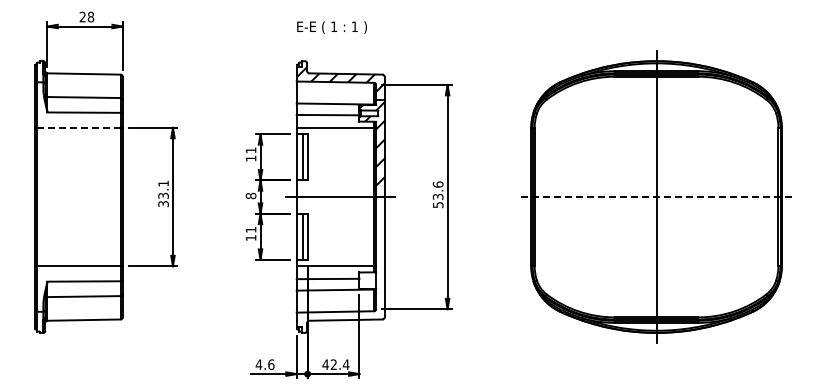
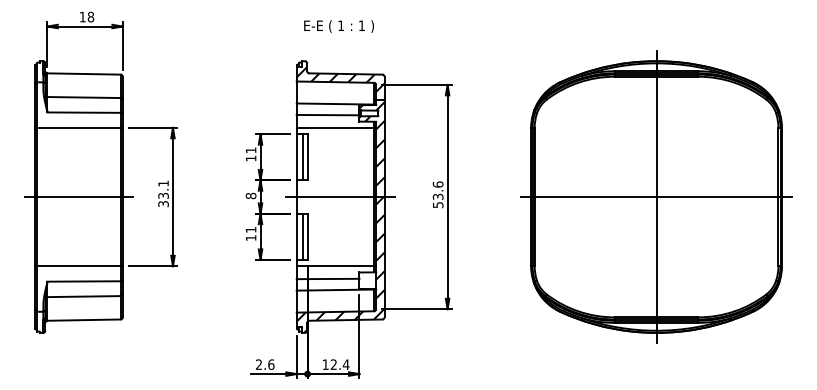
text at (82, 16): 28 -> 18
text at (331, 27) position: (331, 27) -> (338, 26)
line at (78, 127): dashed -> solid
line at (78, 197): none -> present
line at (656, 197): dashed -> solid
hatch at (340, 264): none -> present
text at (258, 364): 4.6 -> 2.6
text at (325, 364): 42.4 -> 12.4
